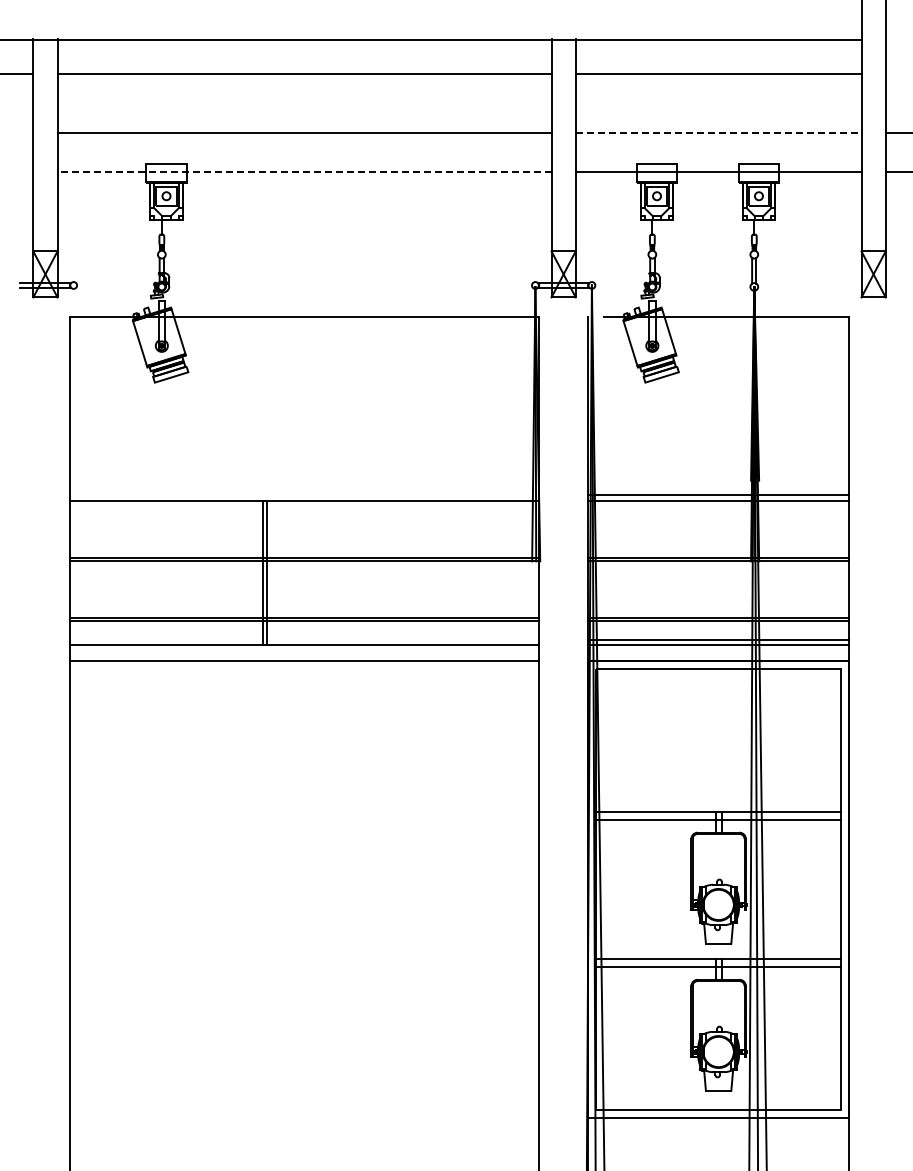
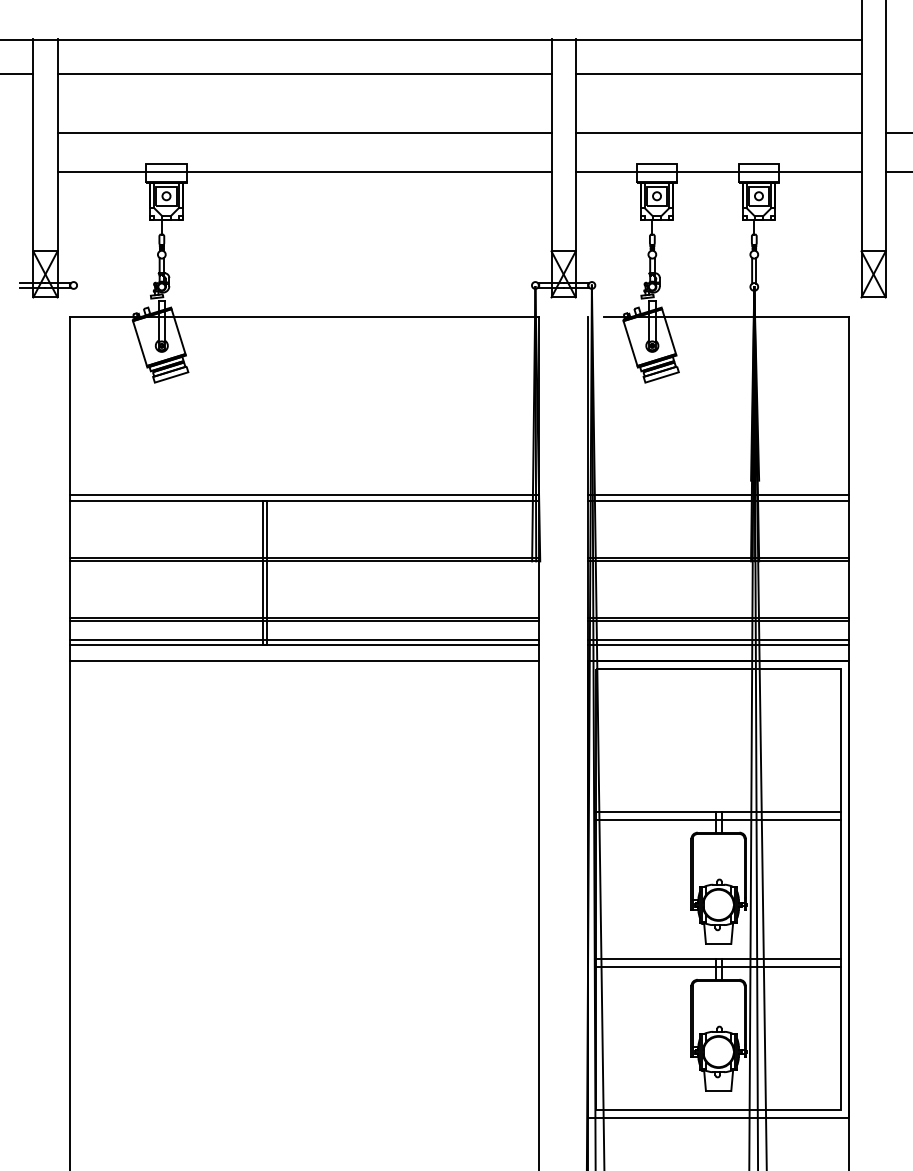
line at (718, 133): dashed -> solid
line at (304, 172): dashed -> solid
line at (304, 494): none -> present
line at (304, 640): none -> present
